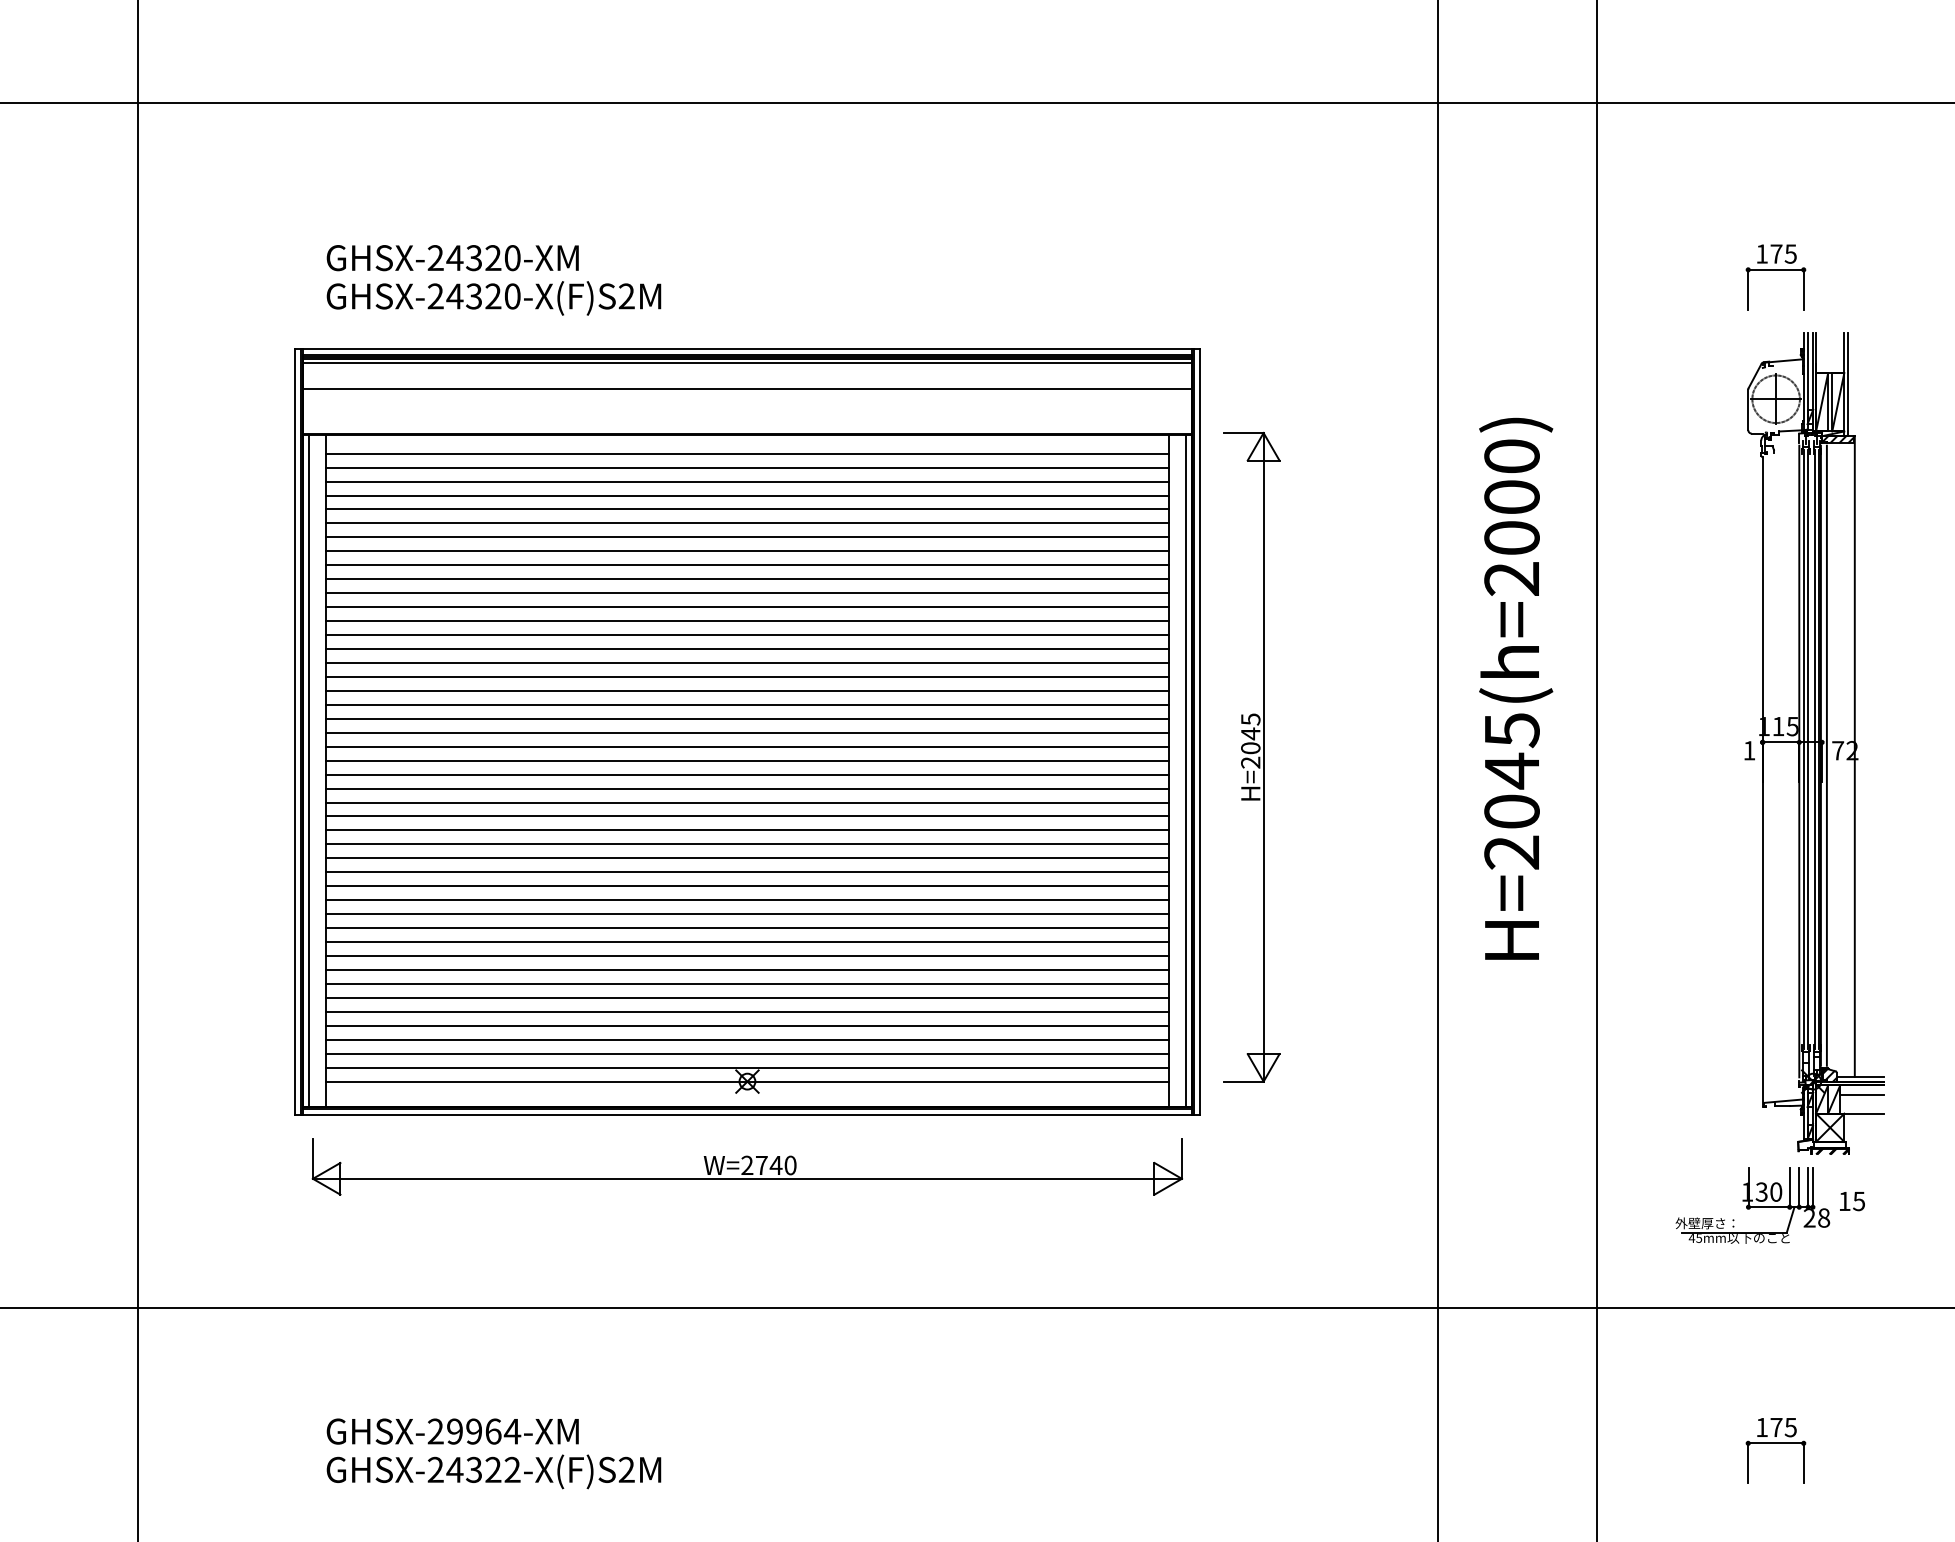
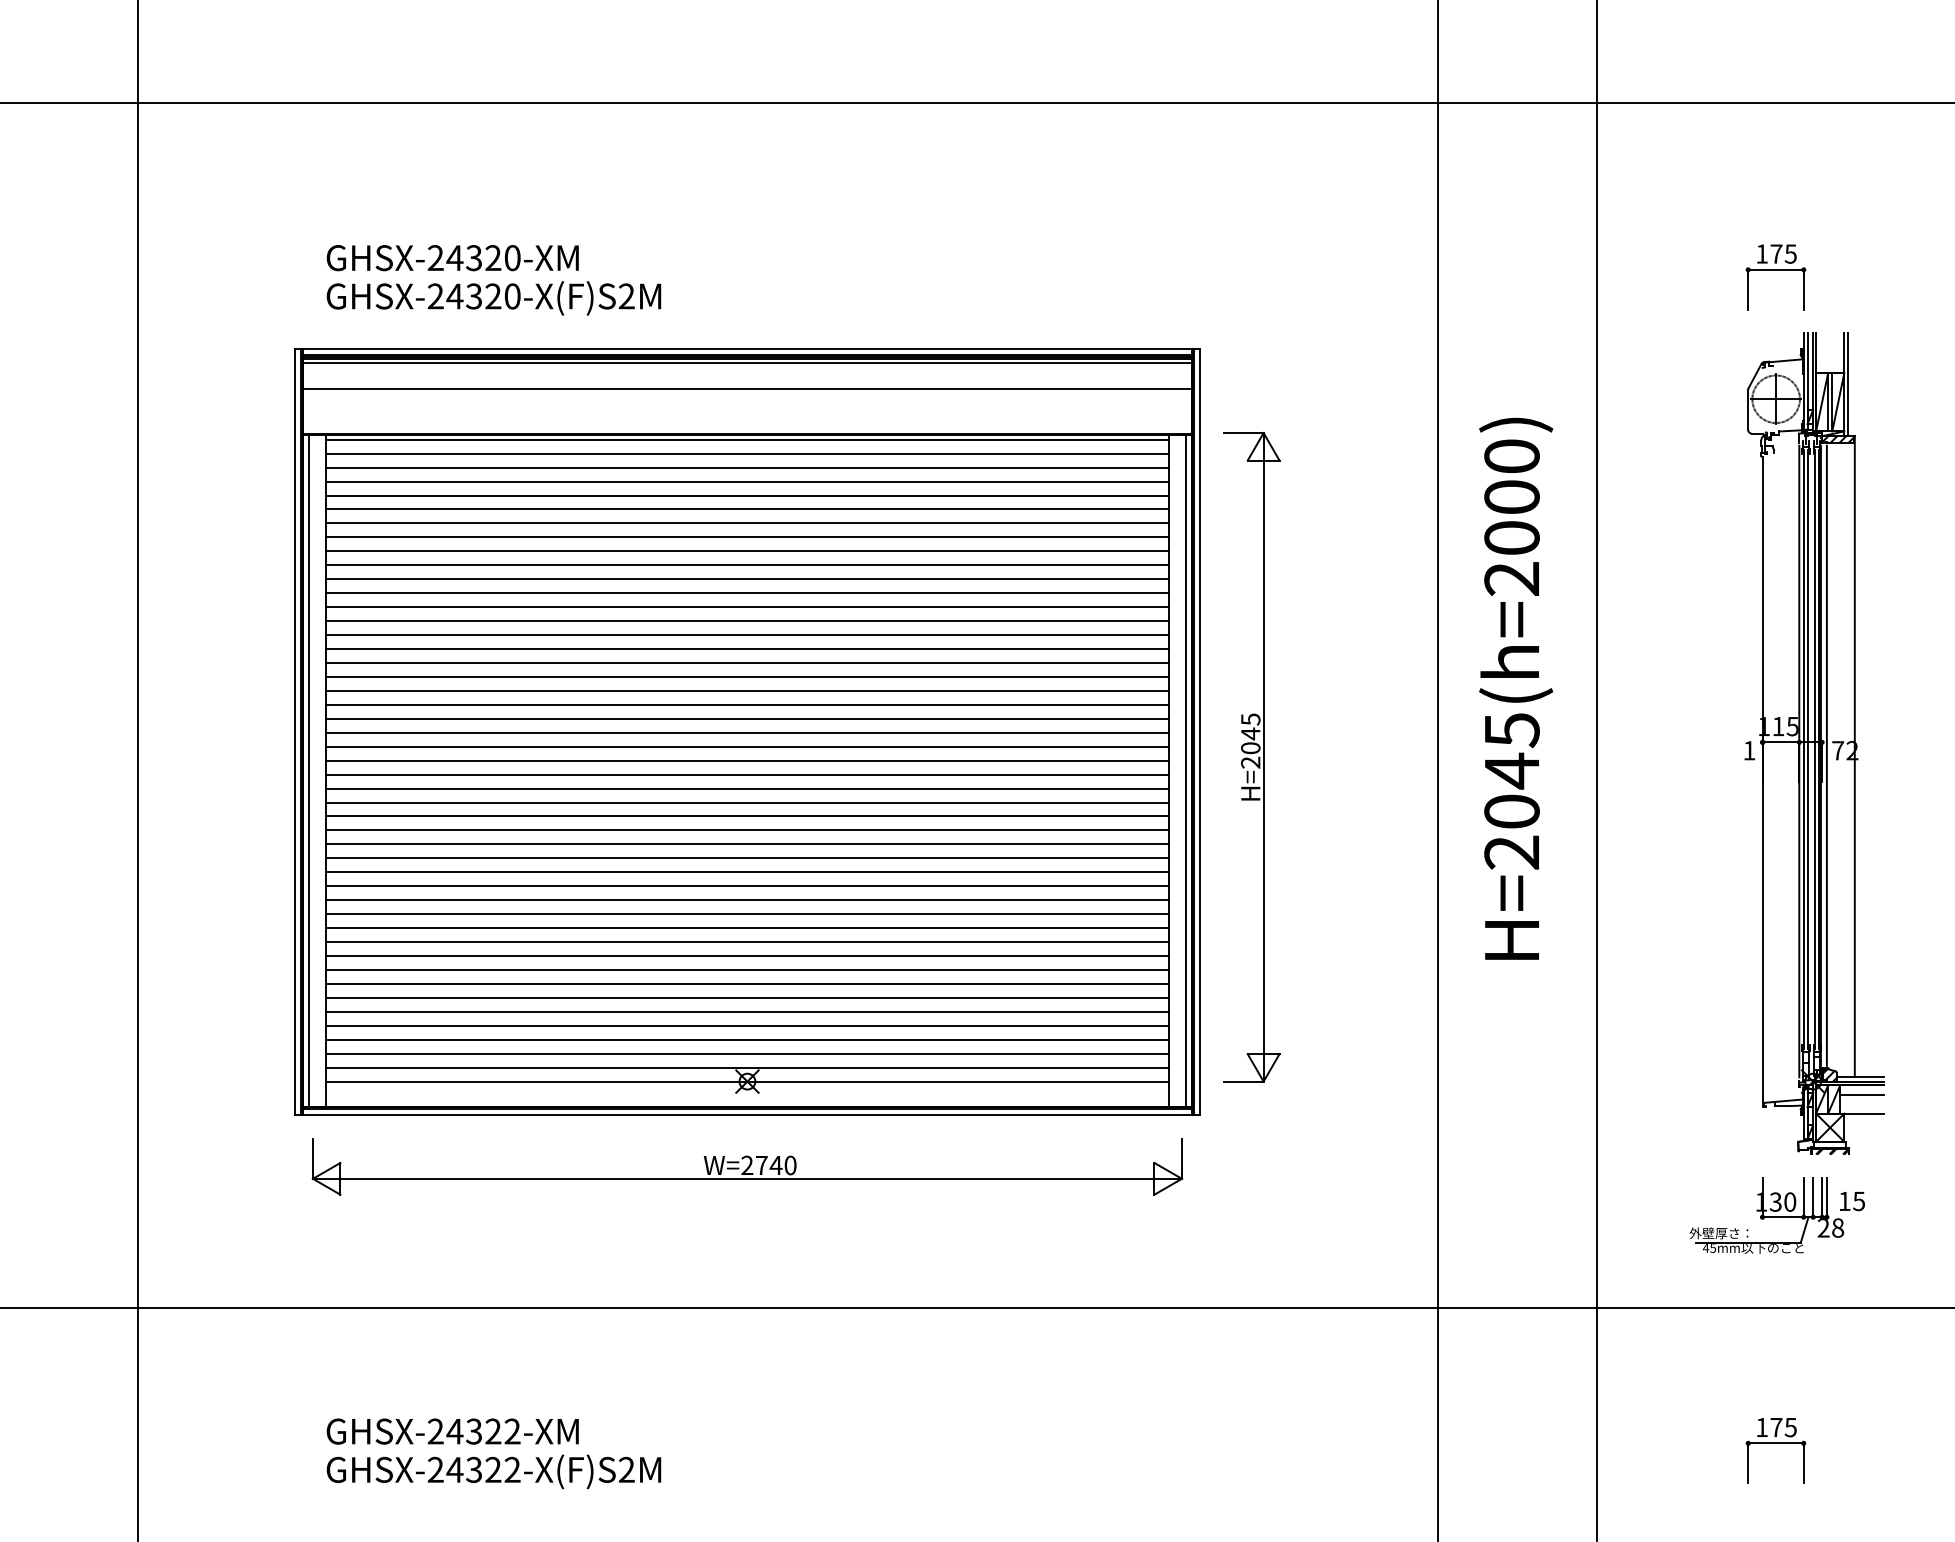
line at (747, 439): none -> present
part at (1752, 1205) position: (1752, 1205) -> (1766, 1215)
text at (483, 1431): GHSX-29964-XM -> GHSX-24322-XM
